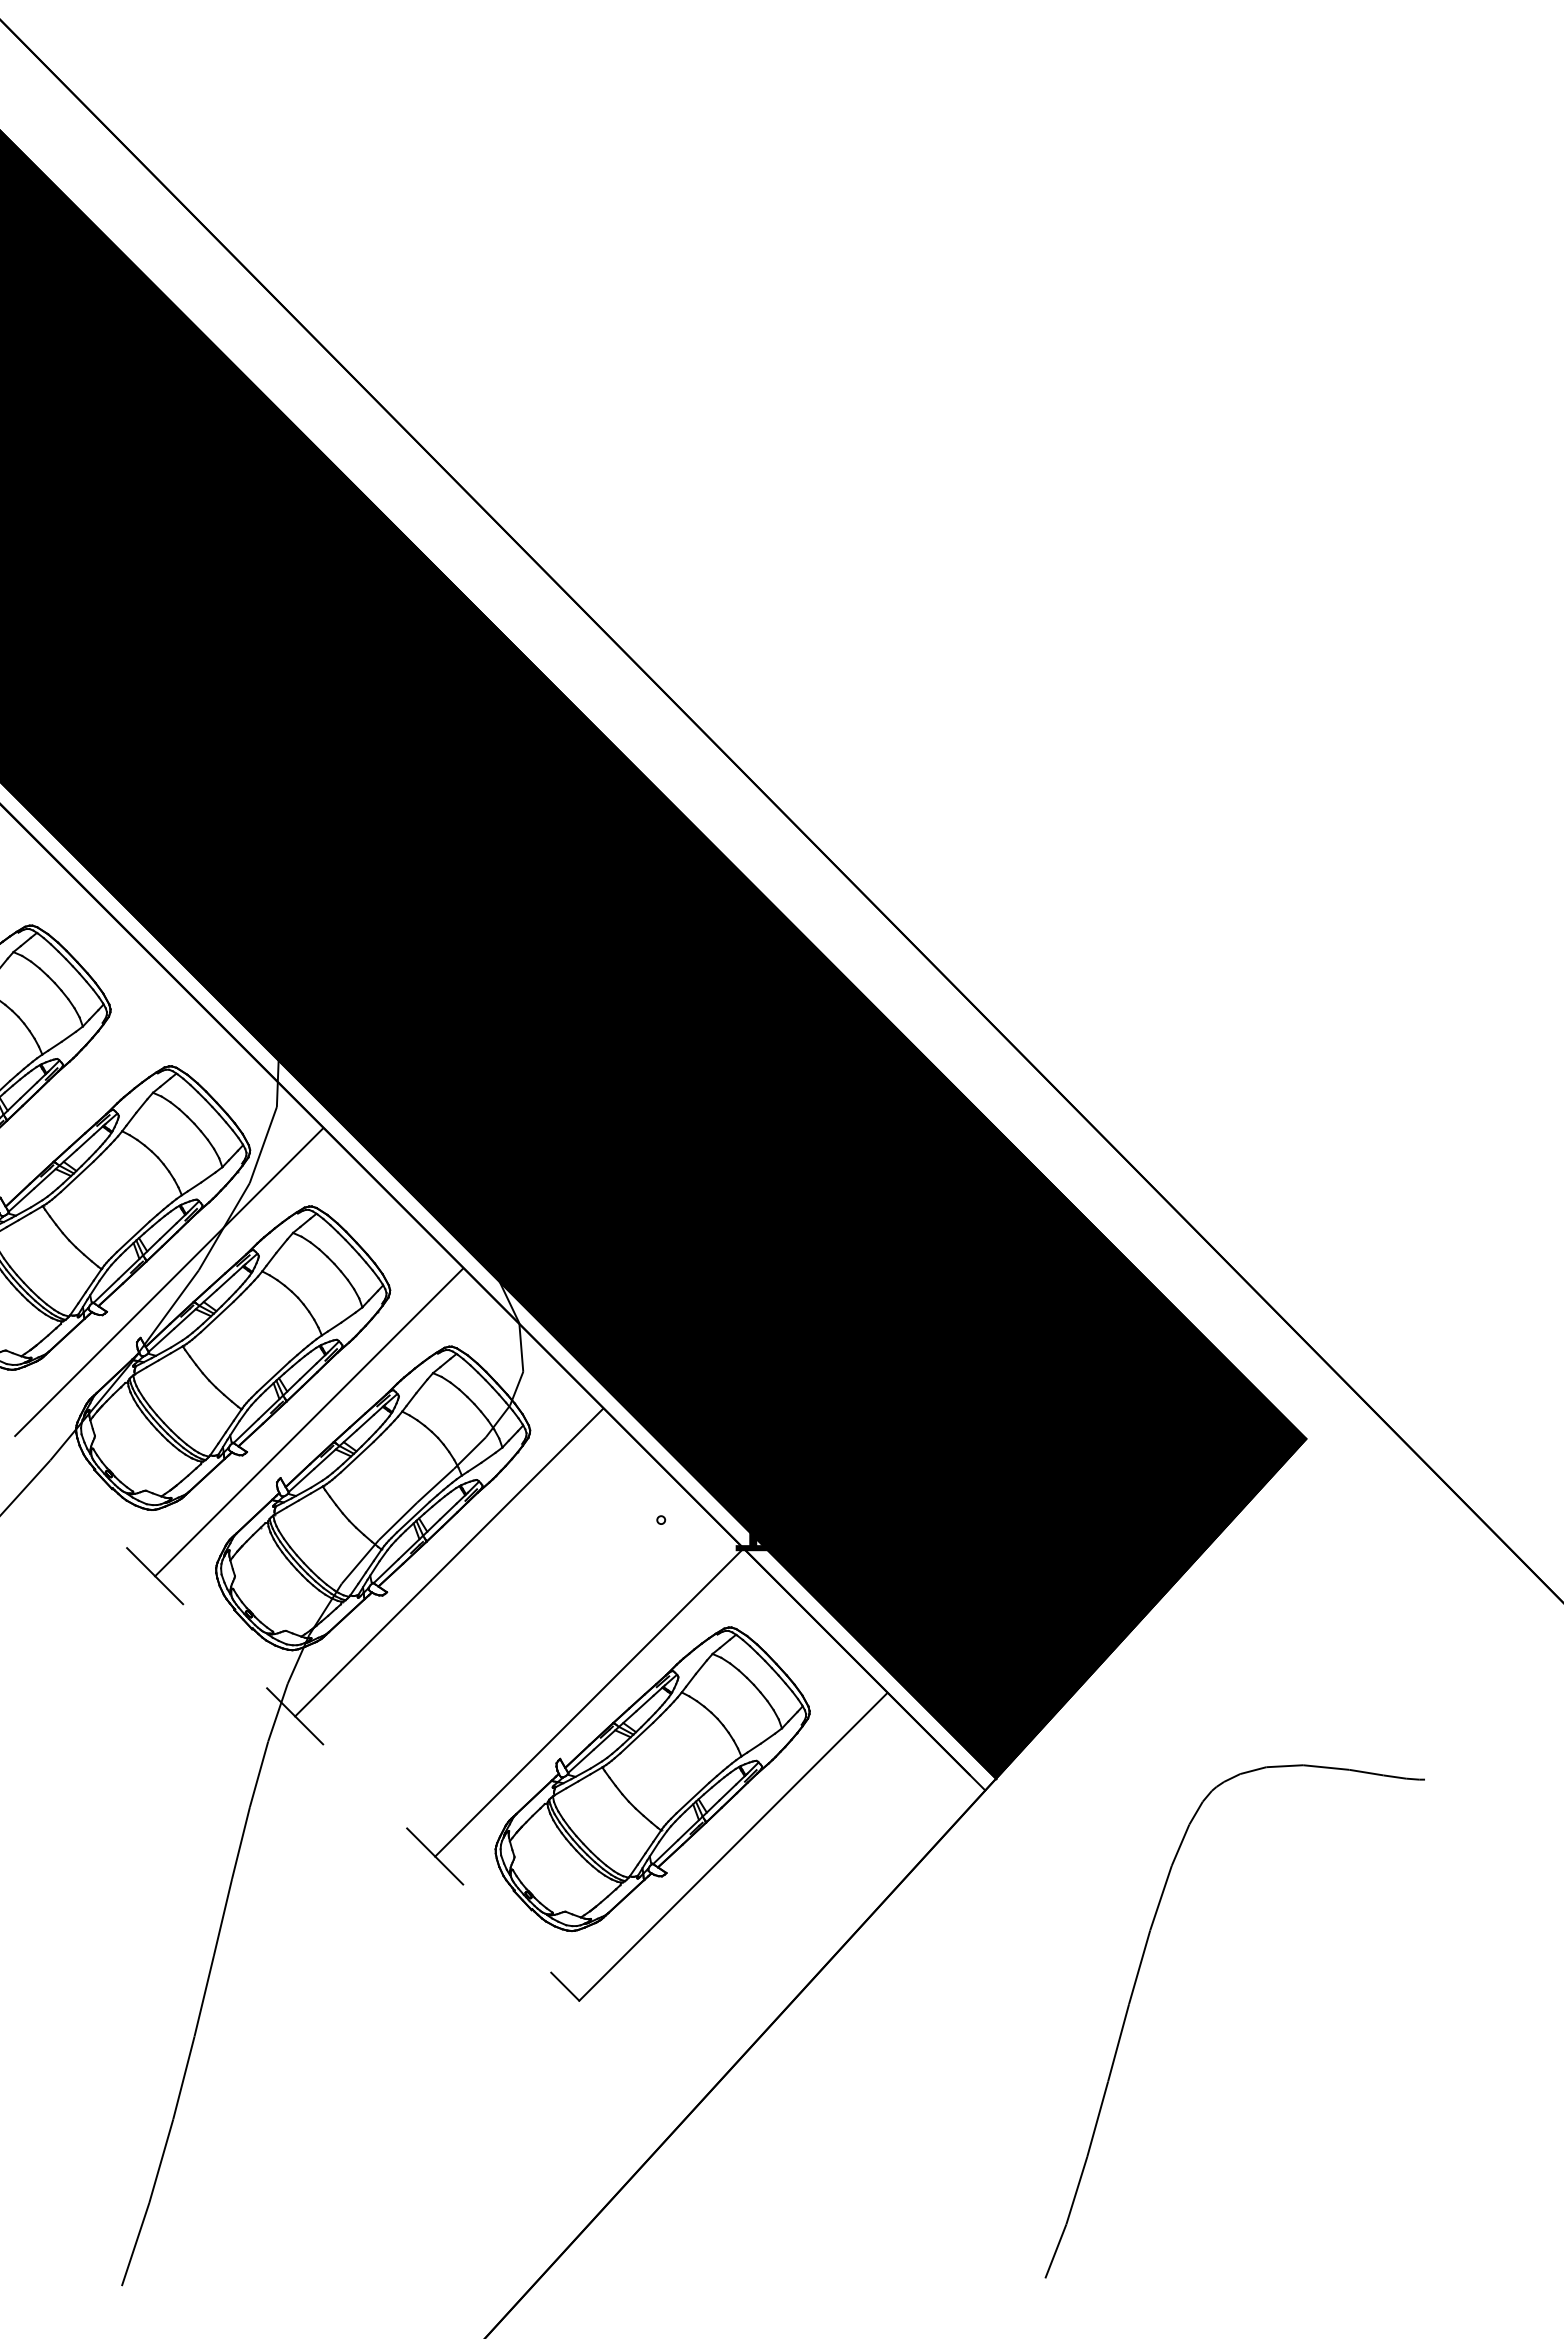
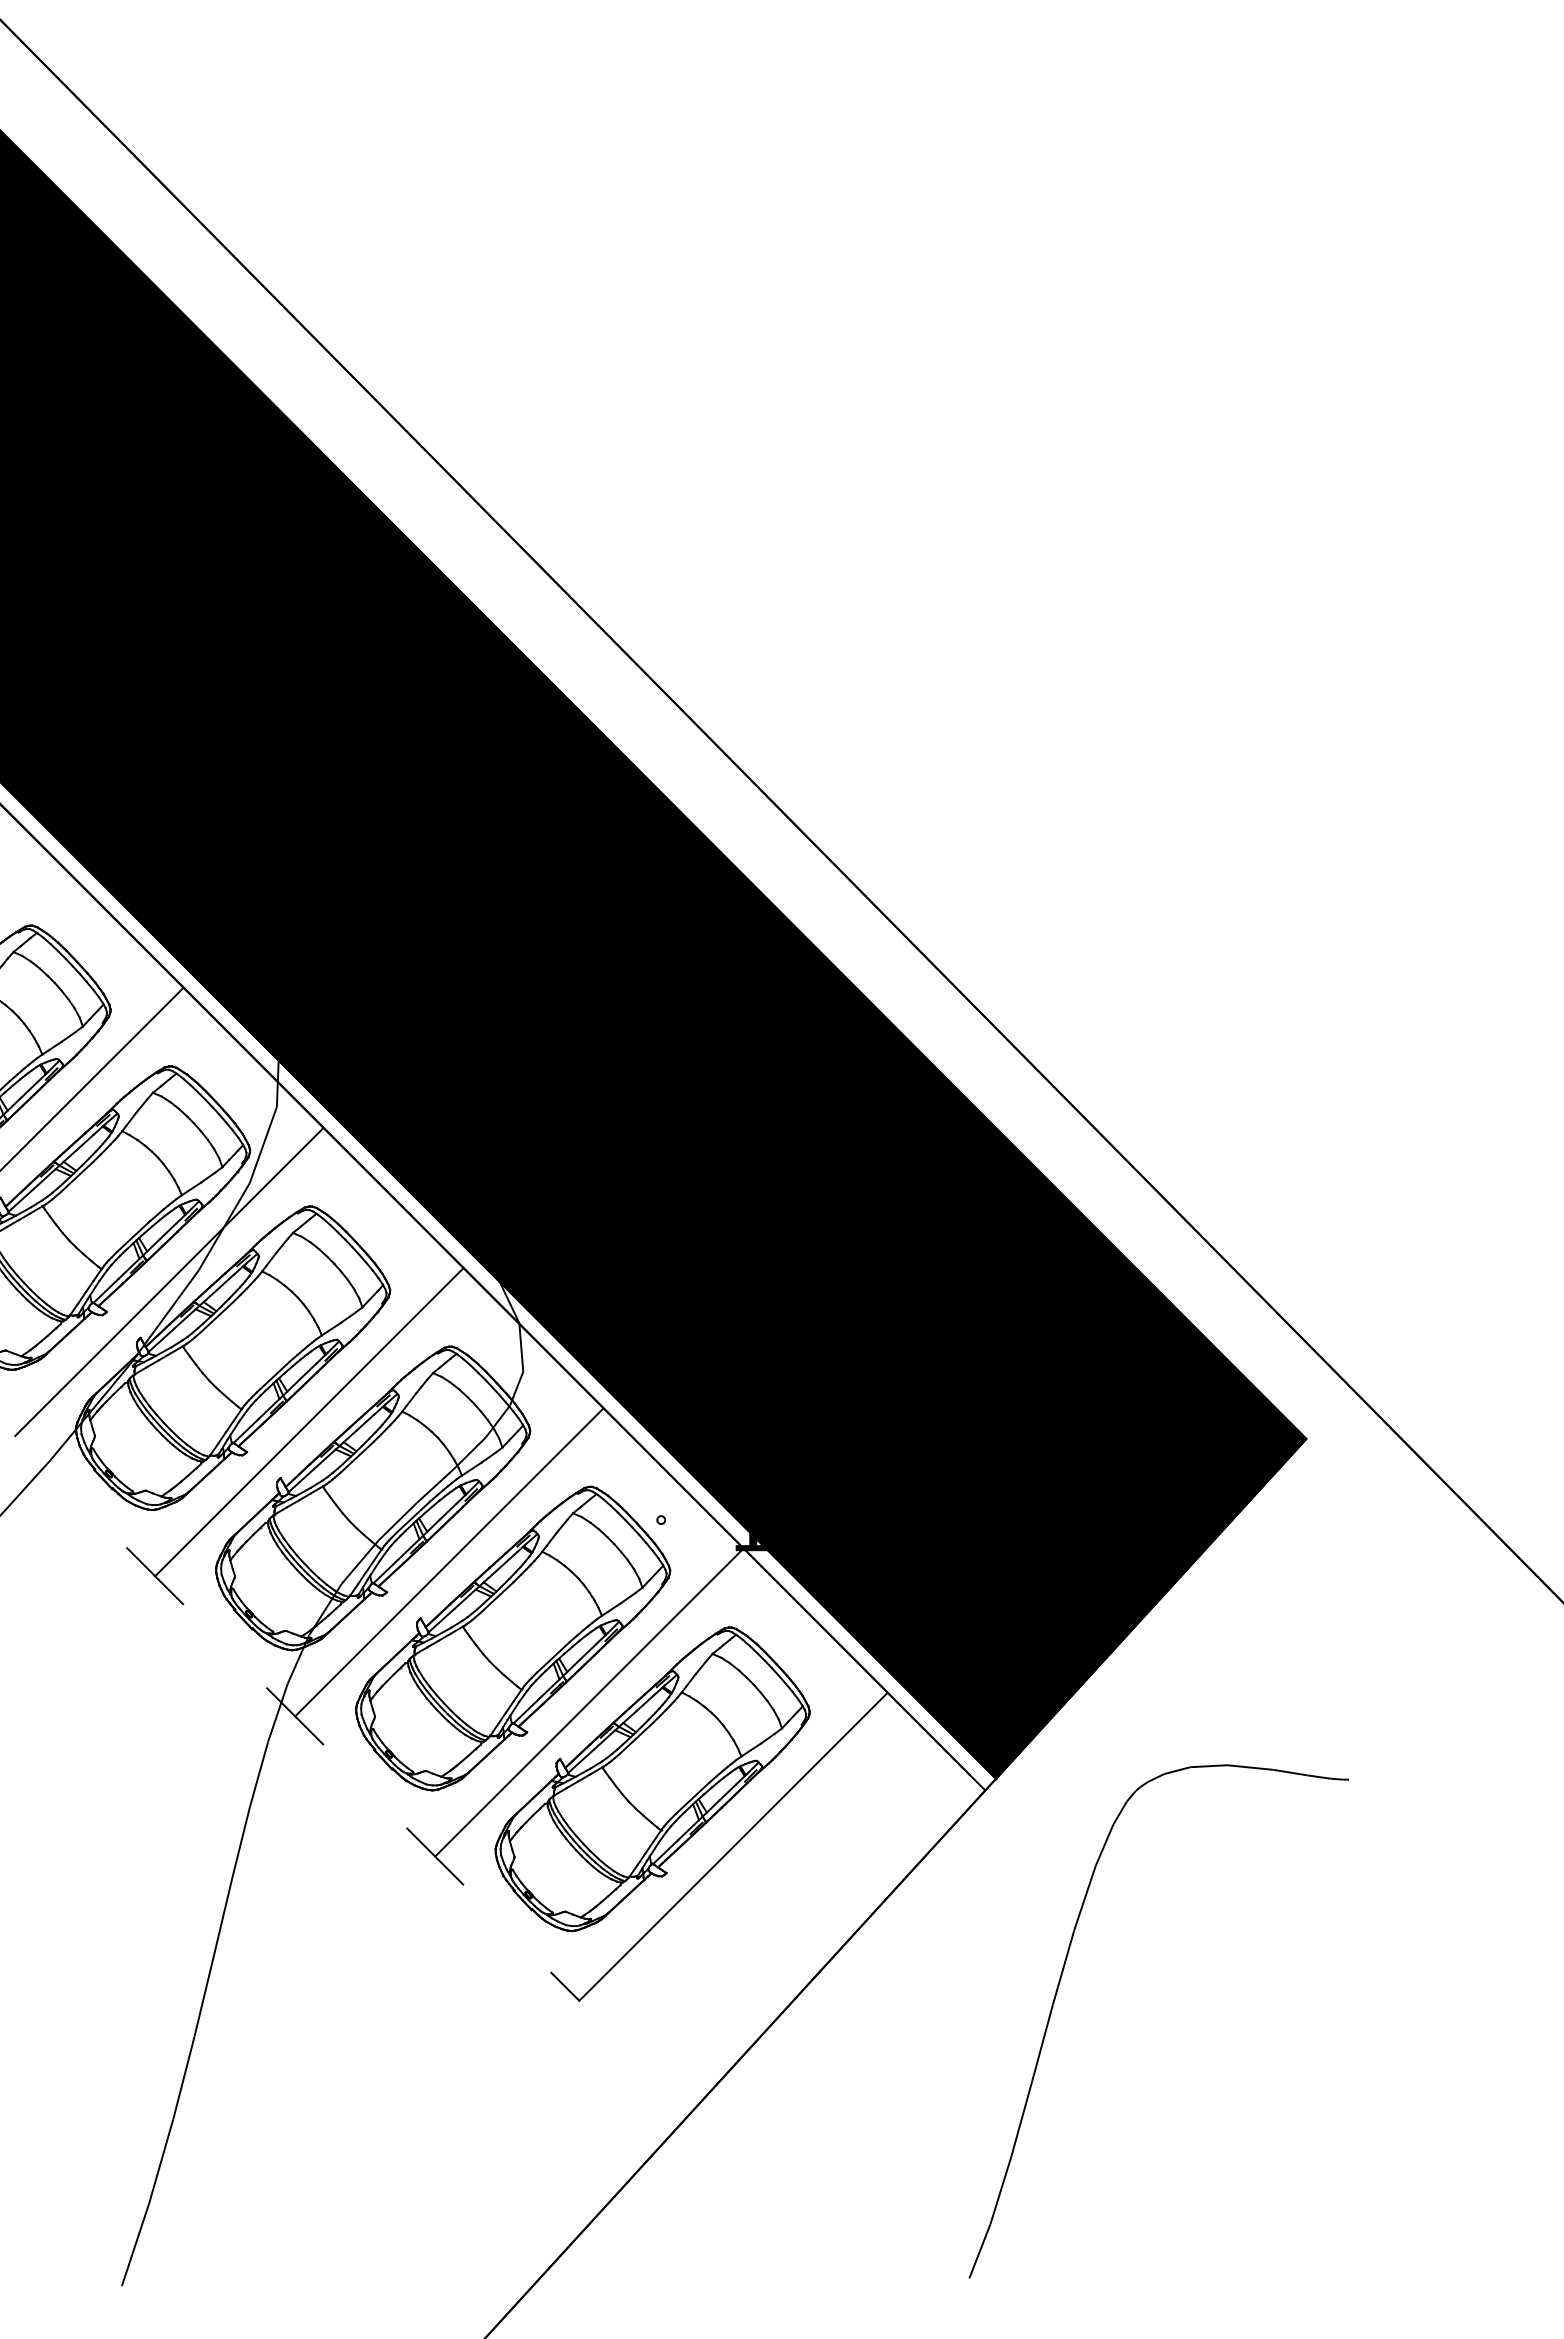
line at (92, 1078): none -> present
part at (513, 1638): none -> present
part at (1133, 1993) position: (1133, 1993) -> (1057, 1993)
